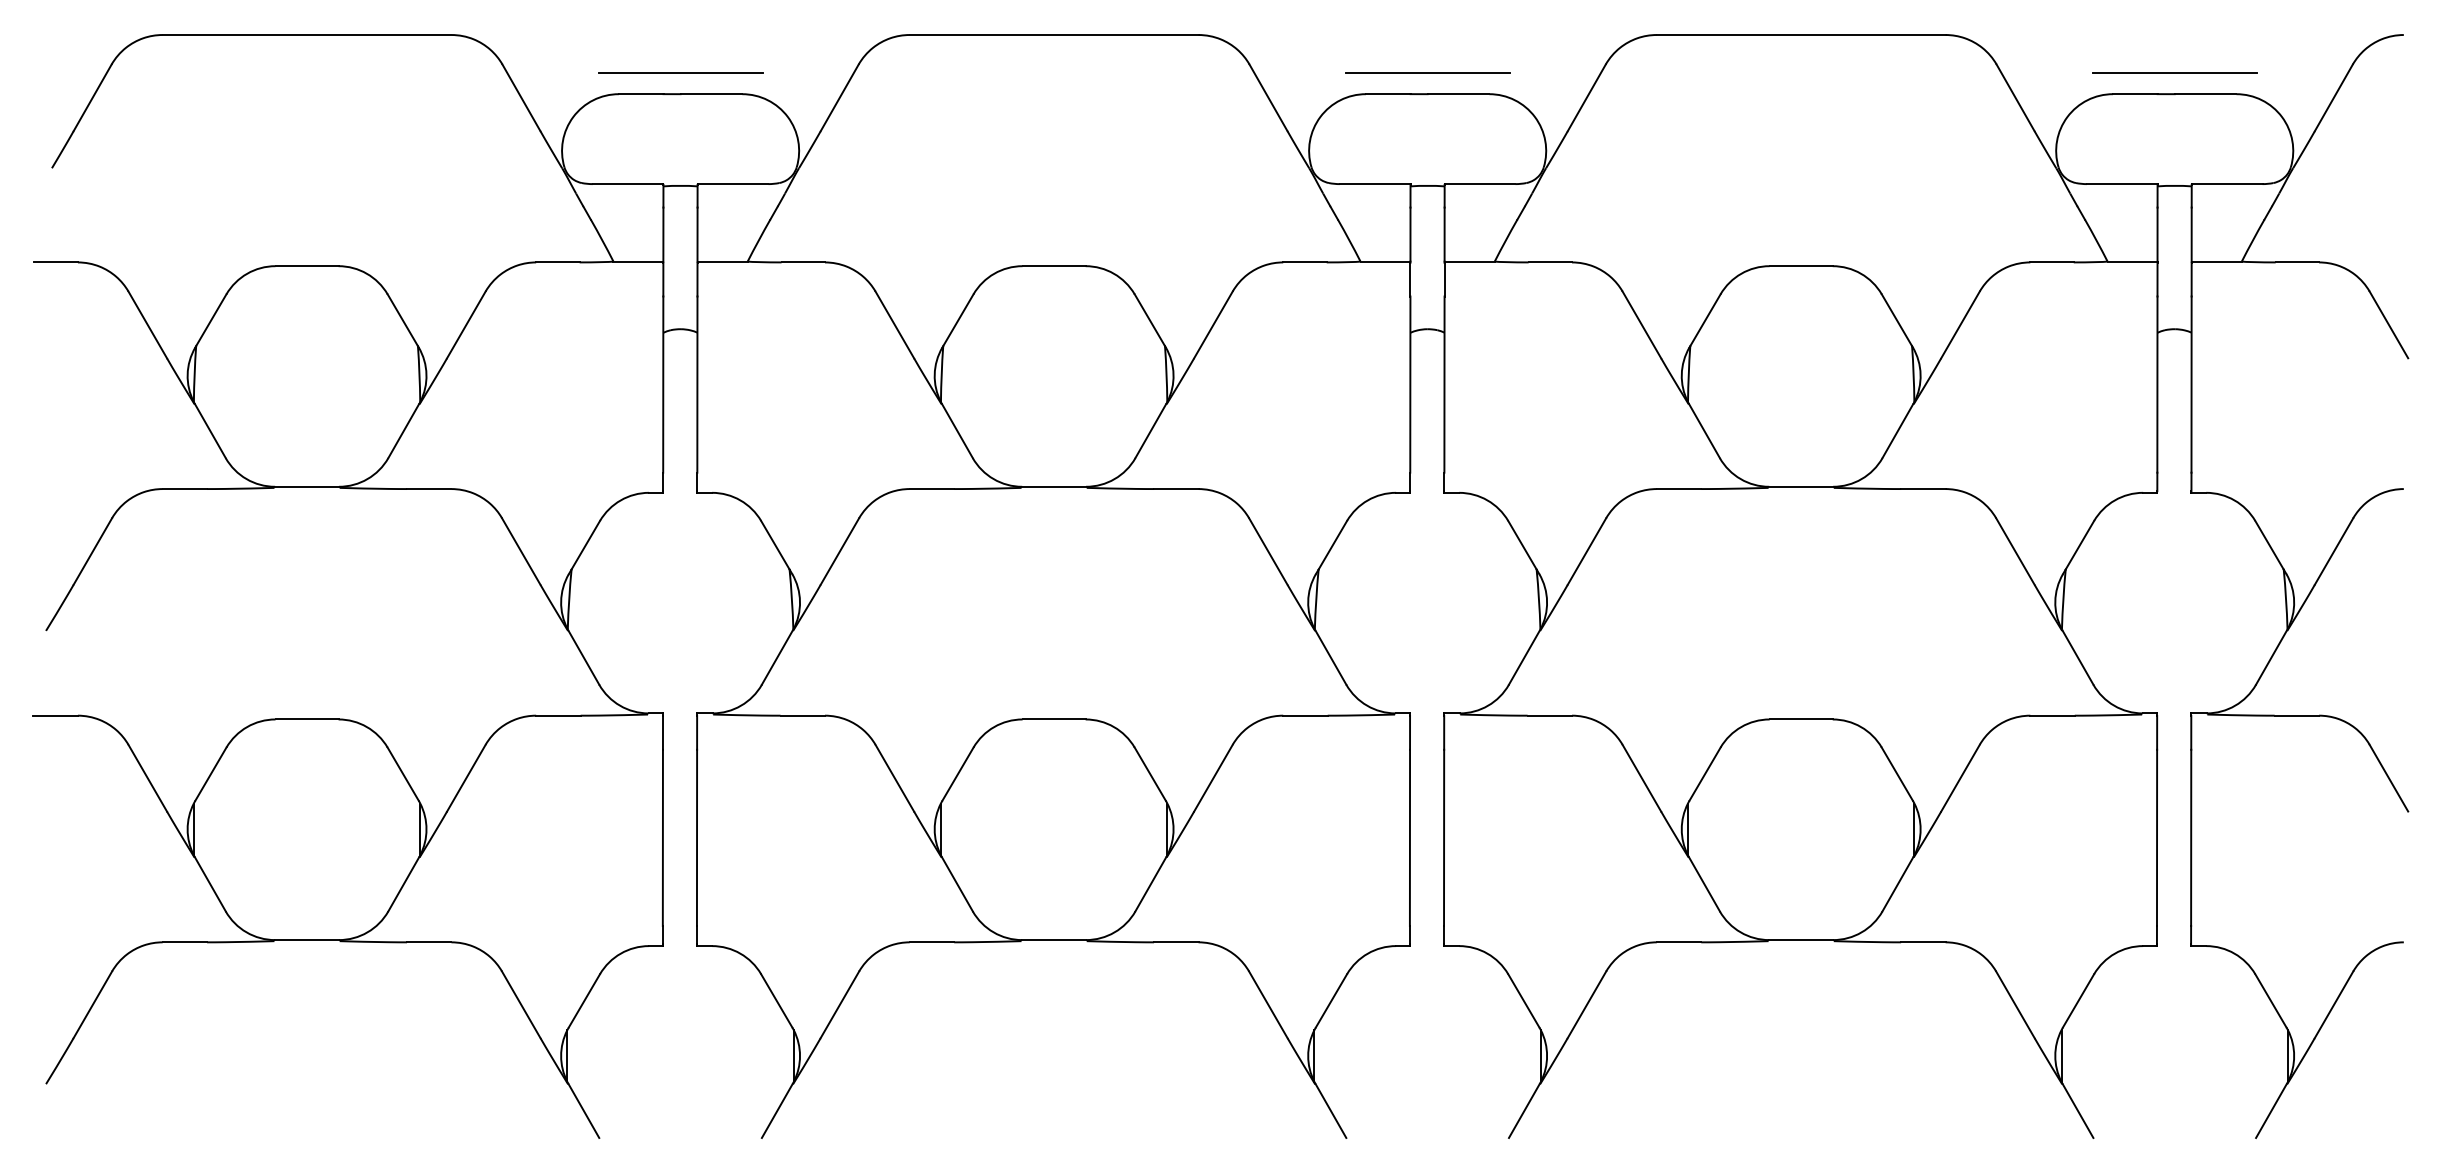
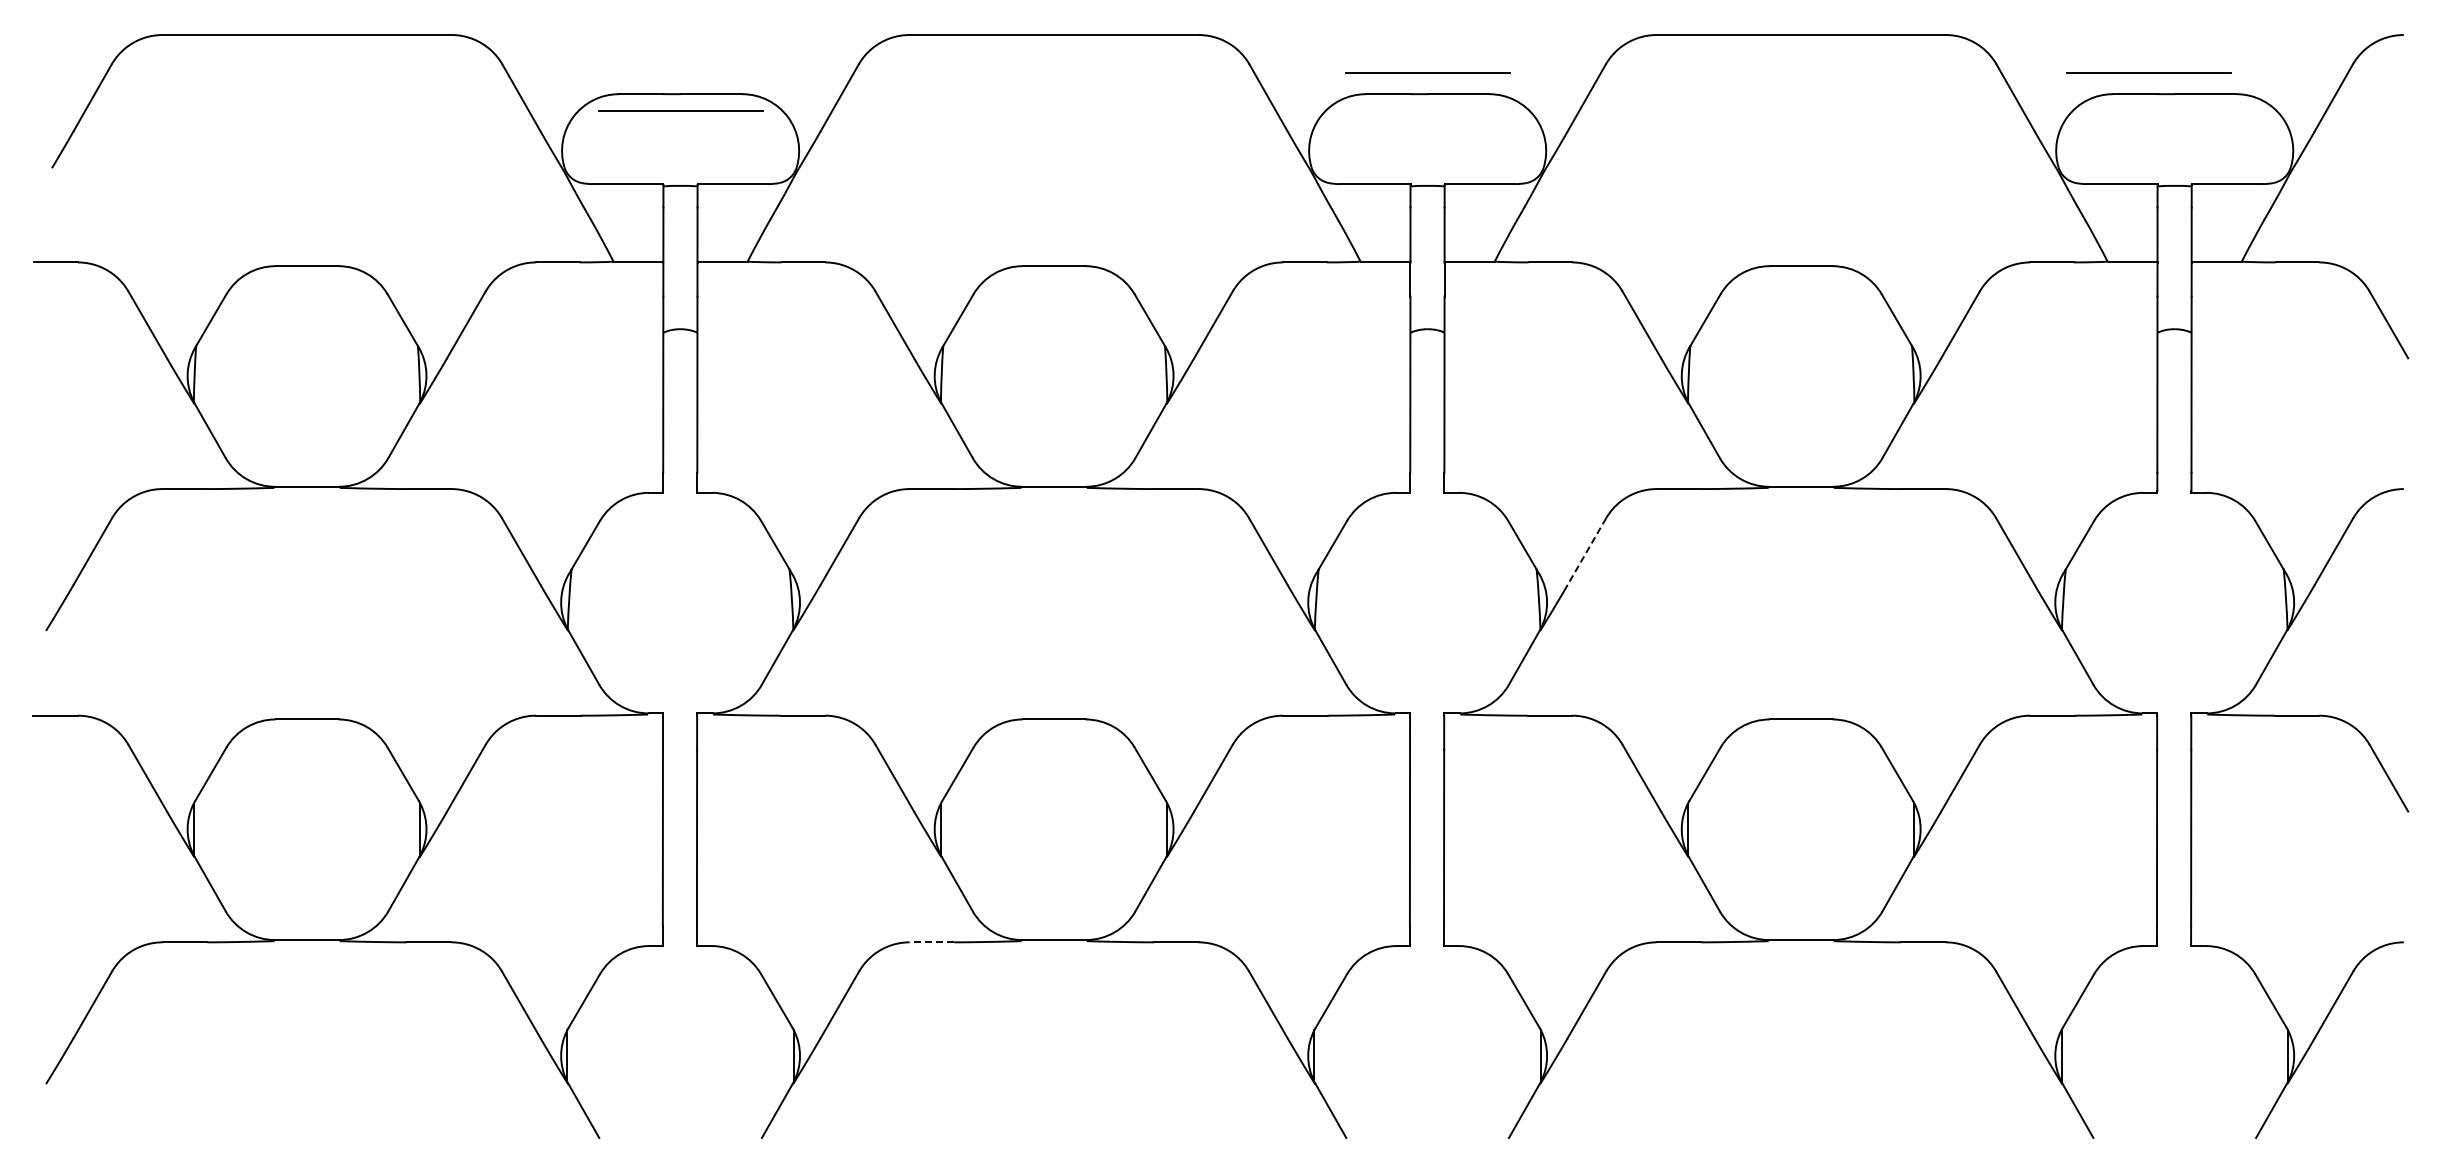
line at (680, 72) position: (680, 72) -> (680, 110)
line at (2174, 72) position: (2174, 72) -> (2148, 72)
line at (1586, 552): solid -> dashed
line at (931, 942): solid -> dashed
